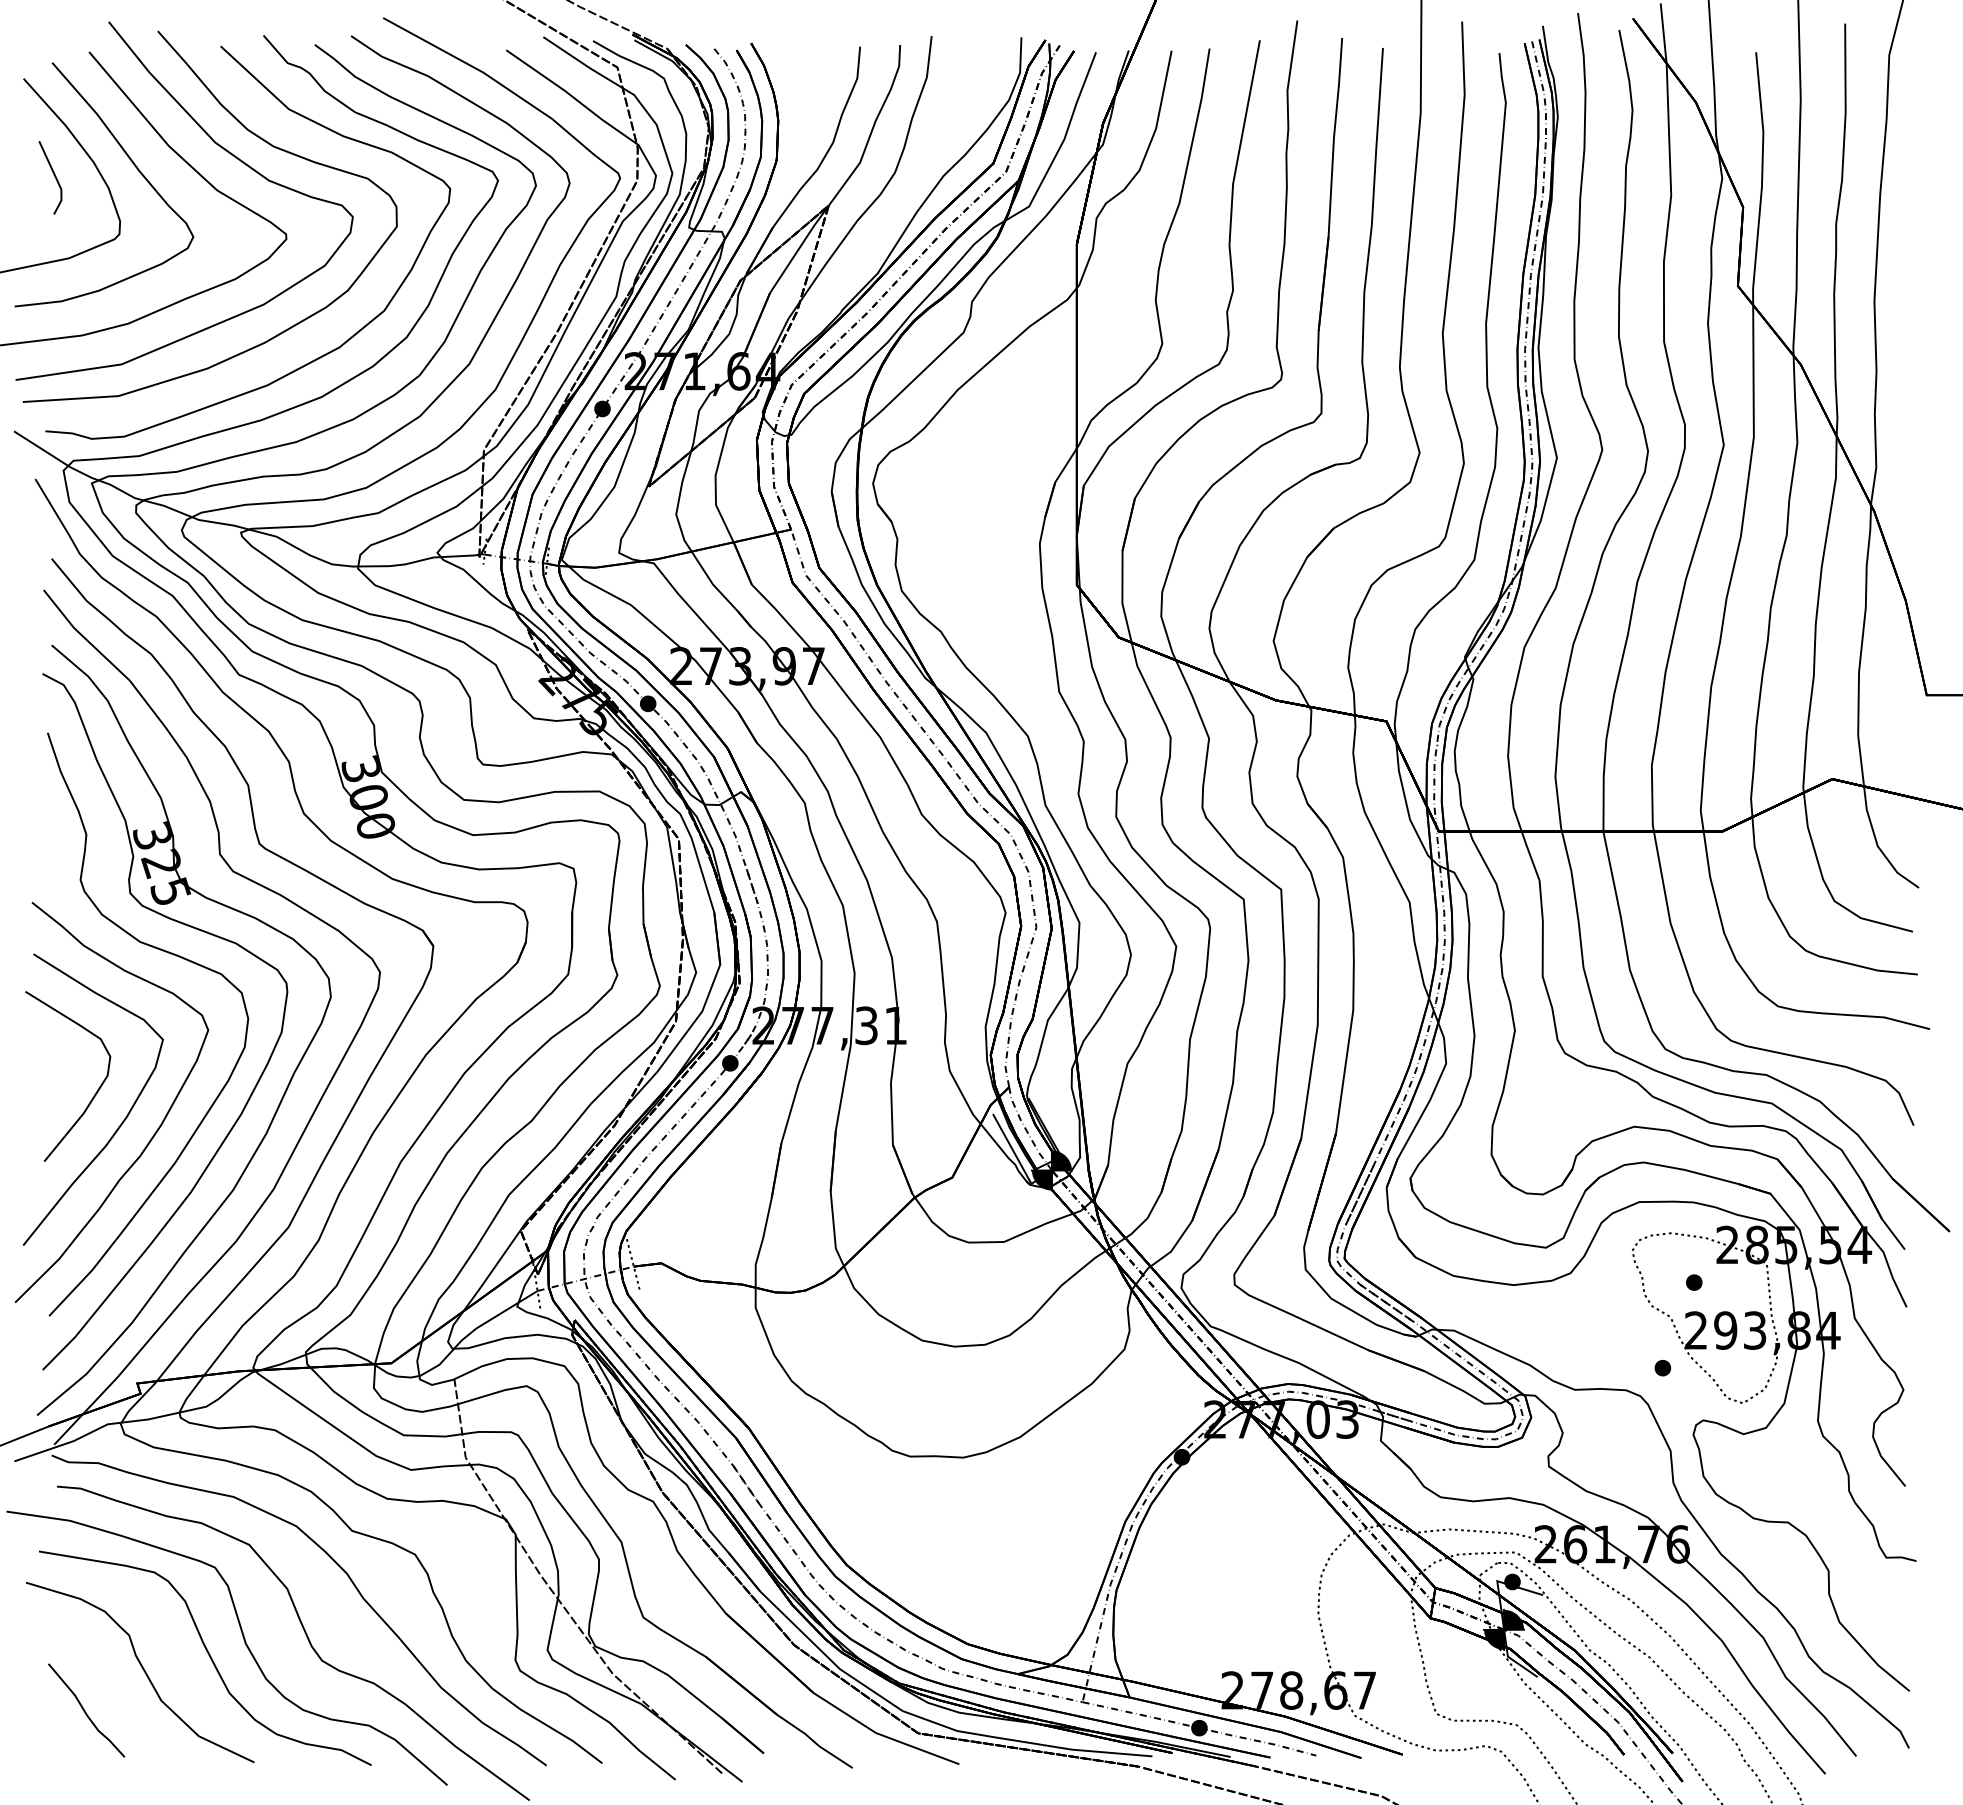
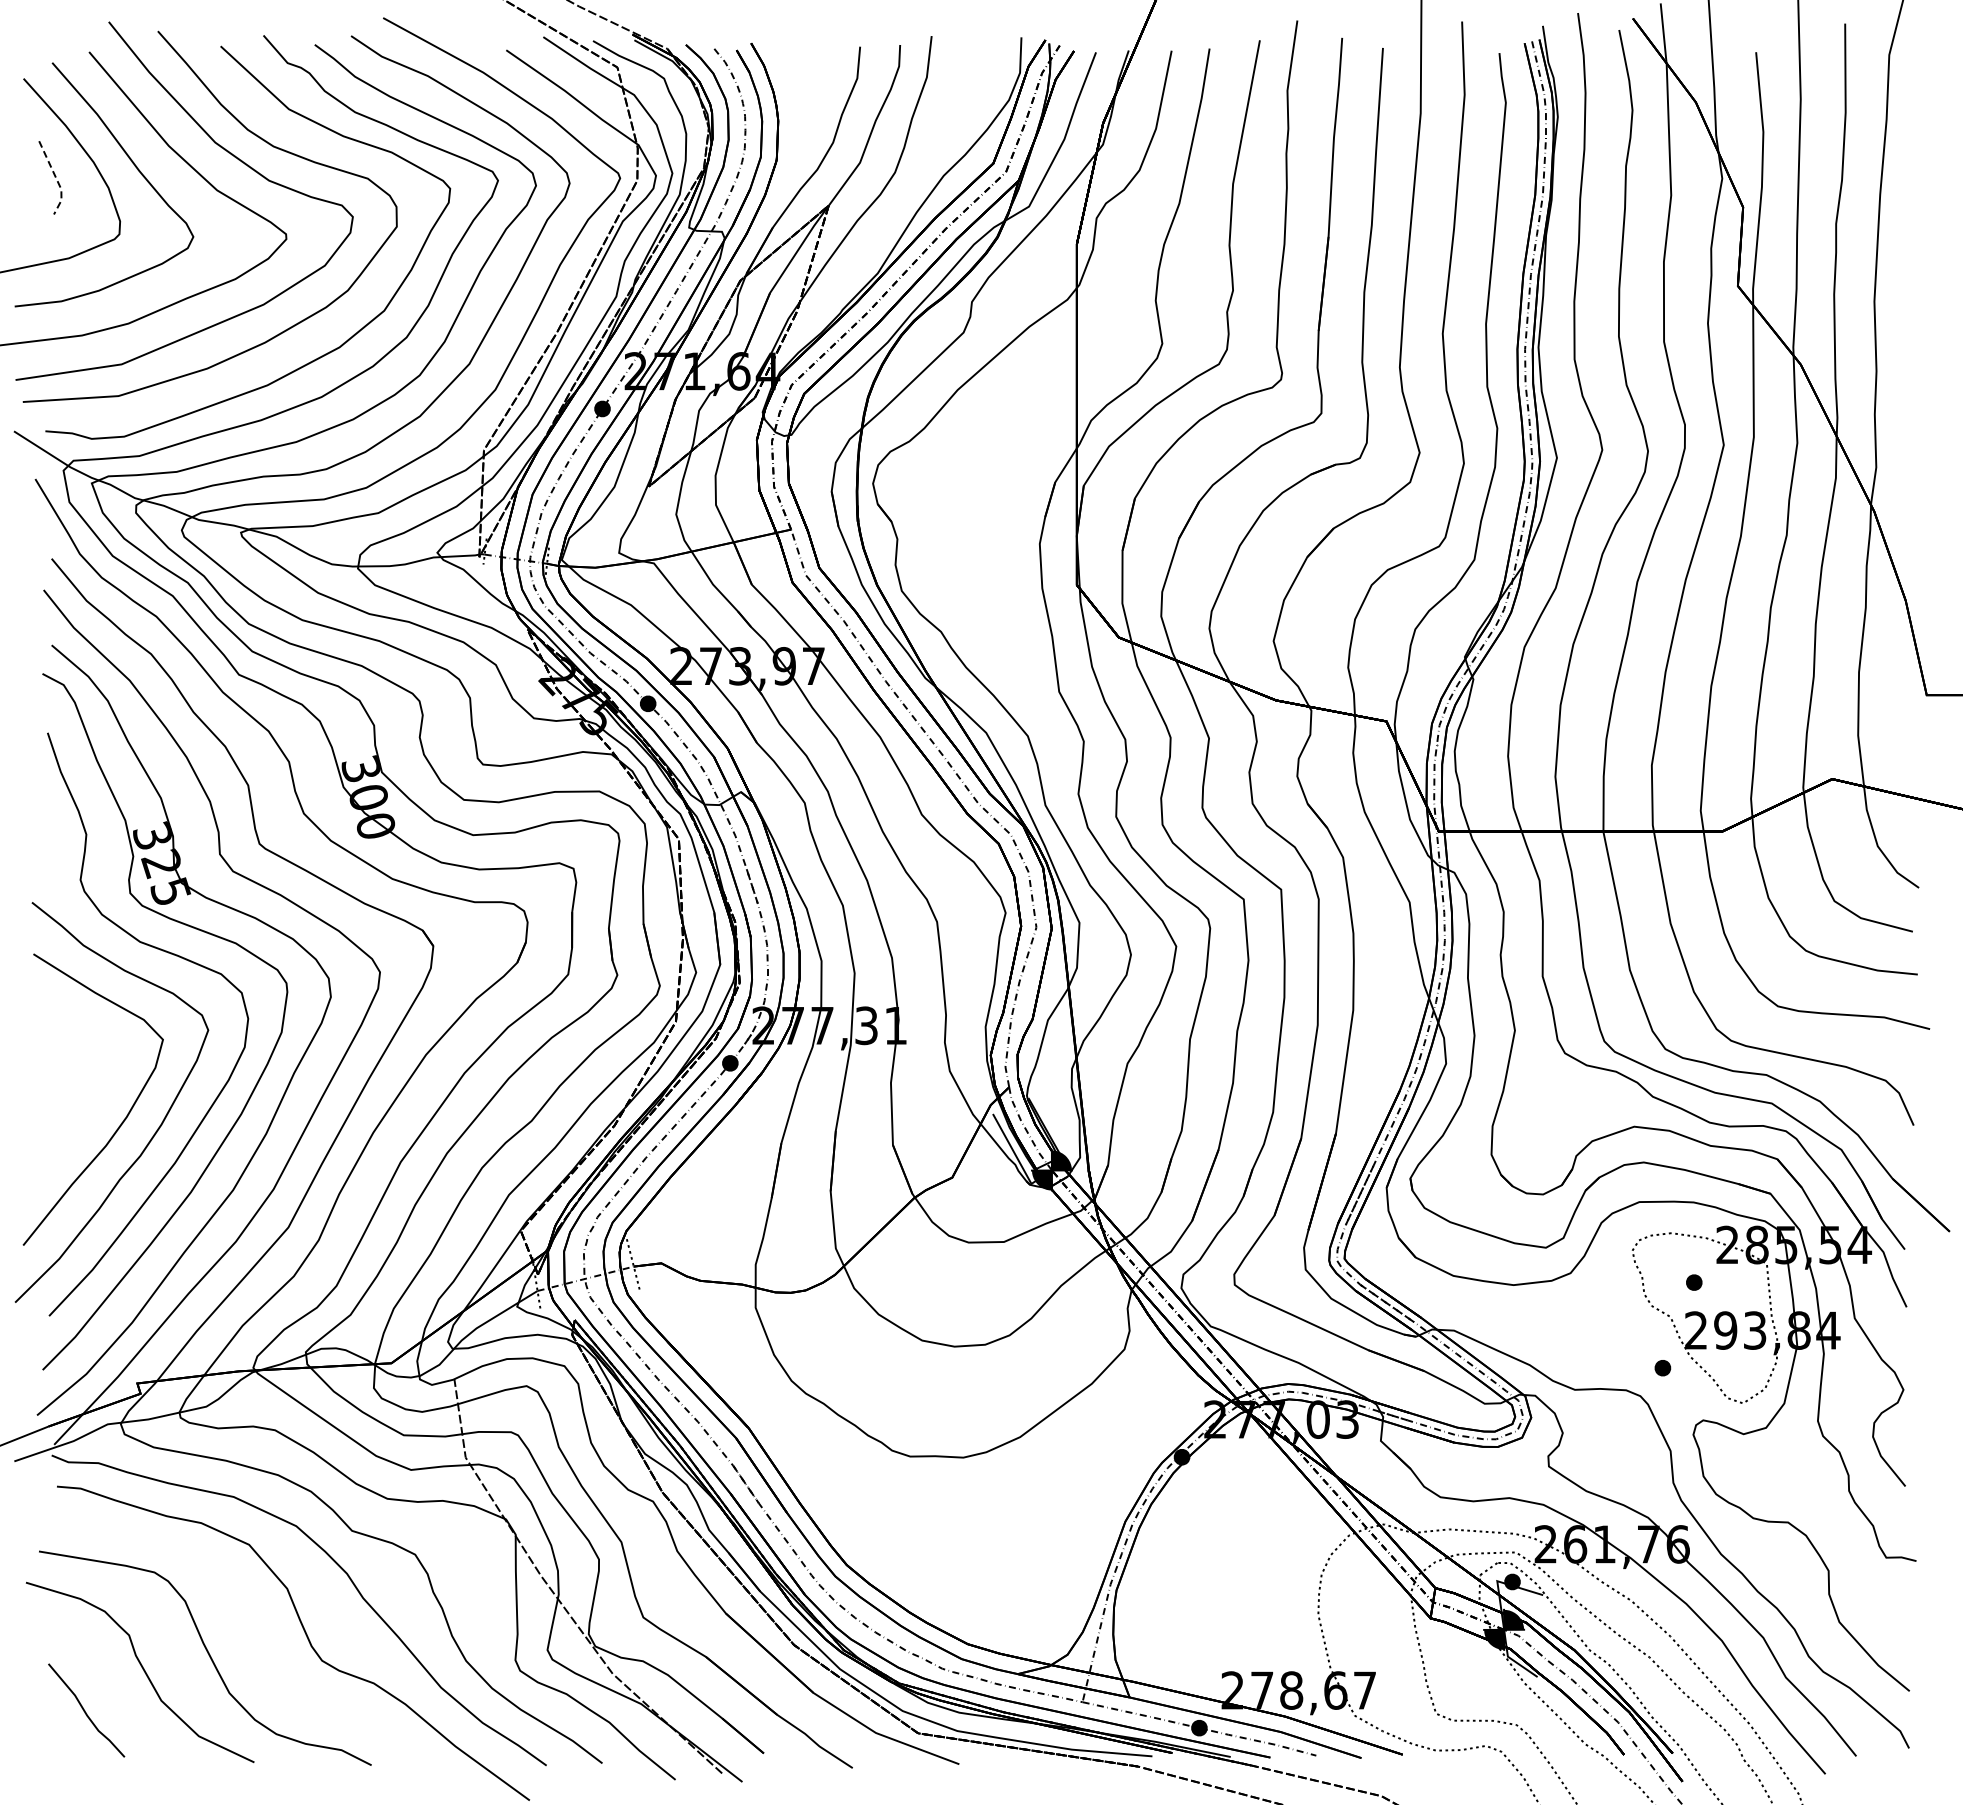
line at (56, 178): solid -> dashed
curve at (95, 1092): present -> none
curve at (243, 1640): present -> none
